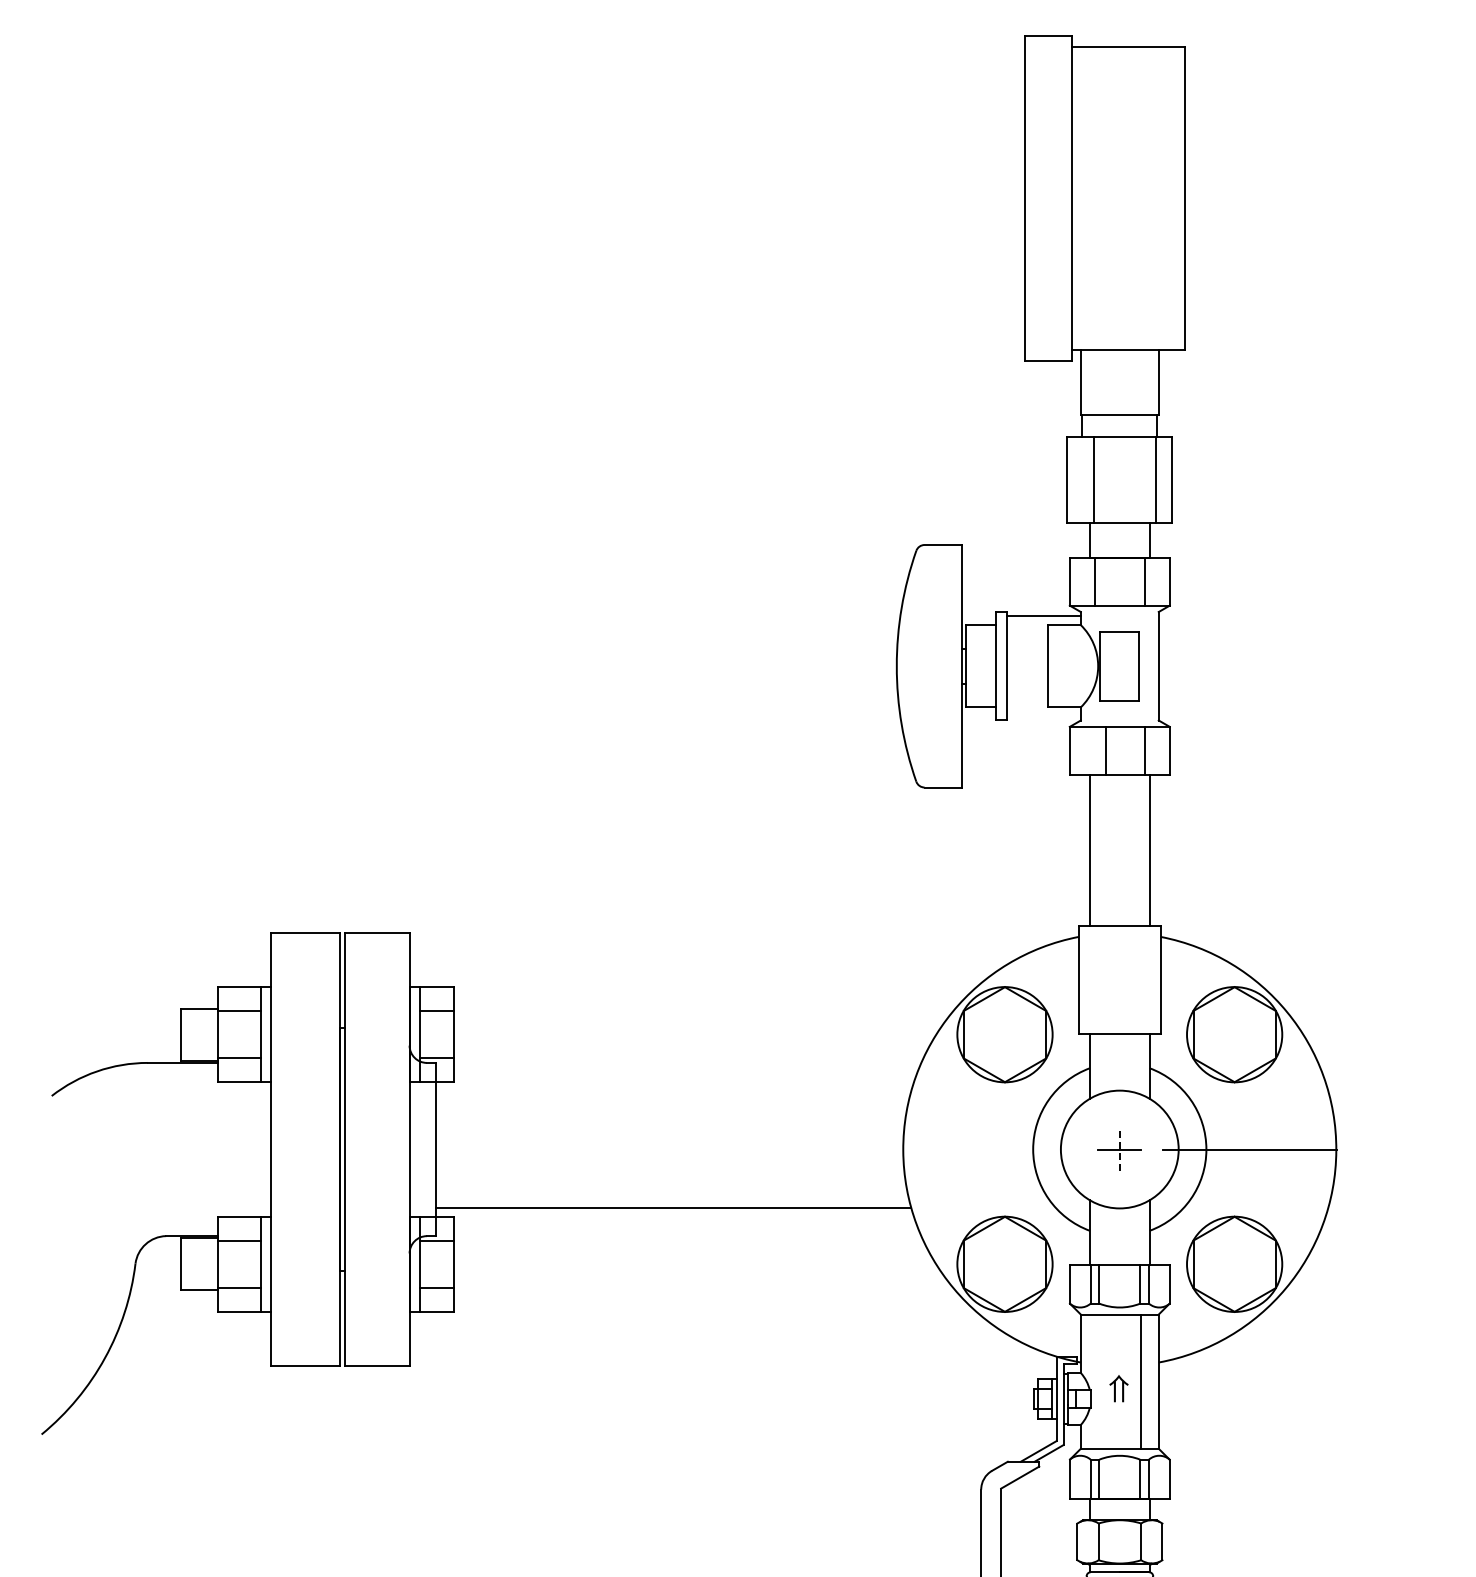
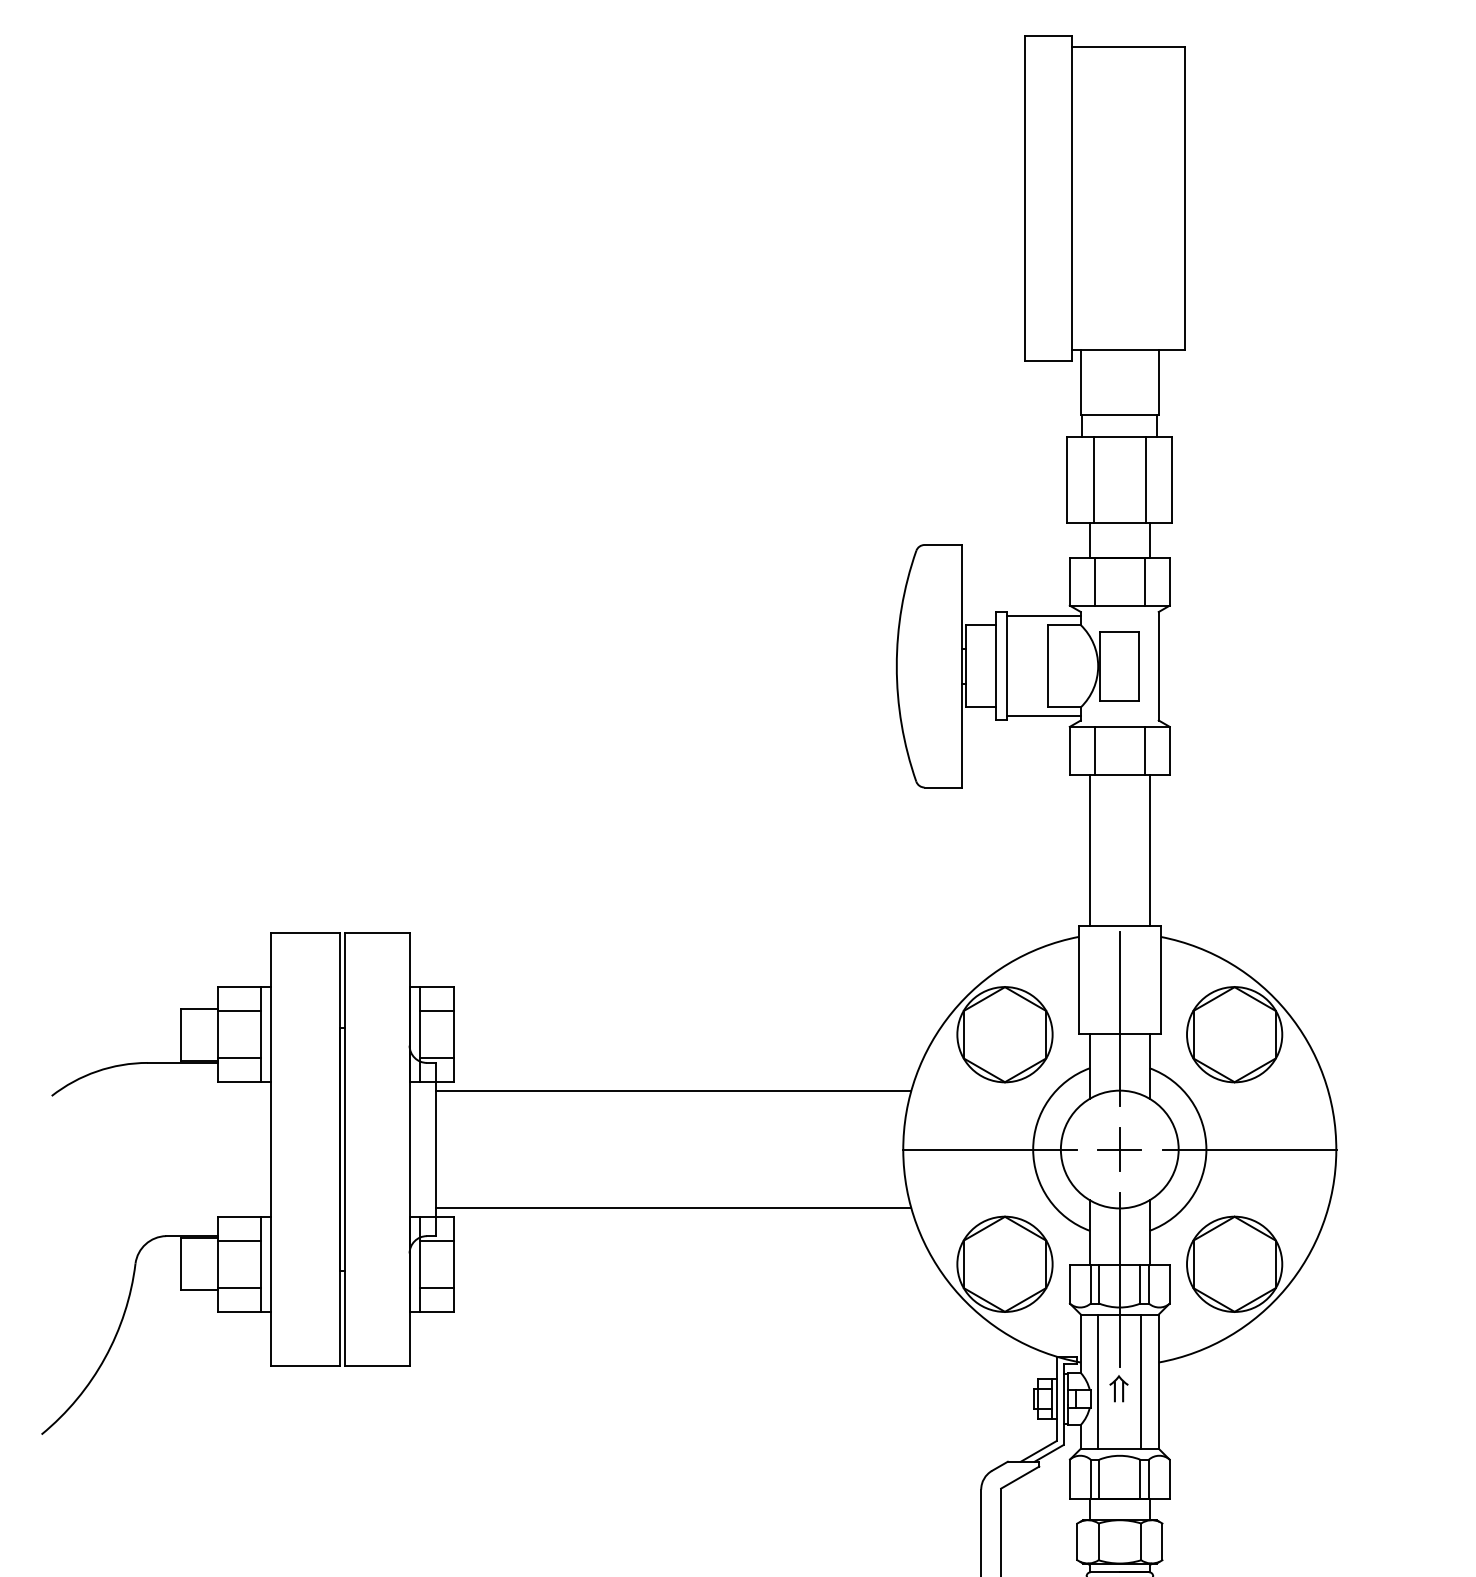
line at (1156, 479) position: (1156, 479) -> (1146, 479)
line at (1043, 716): none -> present
line at (1105, 750) position: (1105, 750) -> (1094, 750)
line at (1119, 1019): none -> present
line at (673, 1090): none -> present
line at (989, 1149): none -> present
line at (1119, 1149): dashed -> solid
line at (1119, 1279): none -> present
line at (1098, 1381): none -> present
